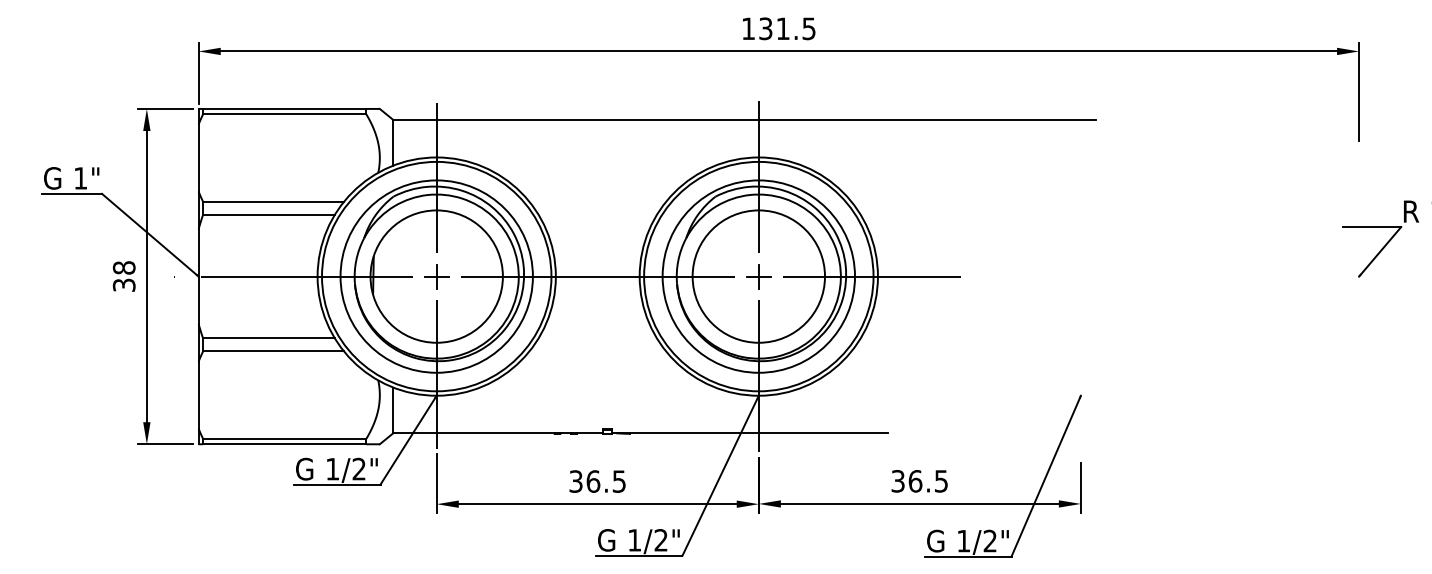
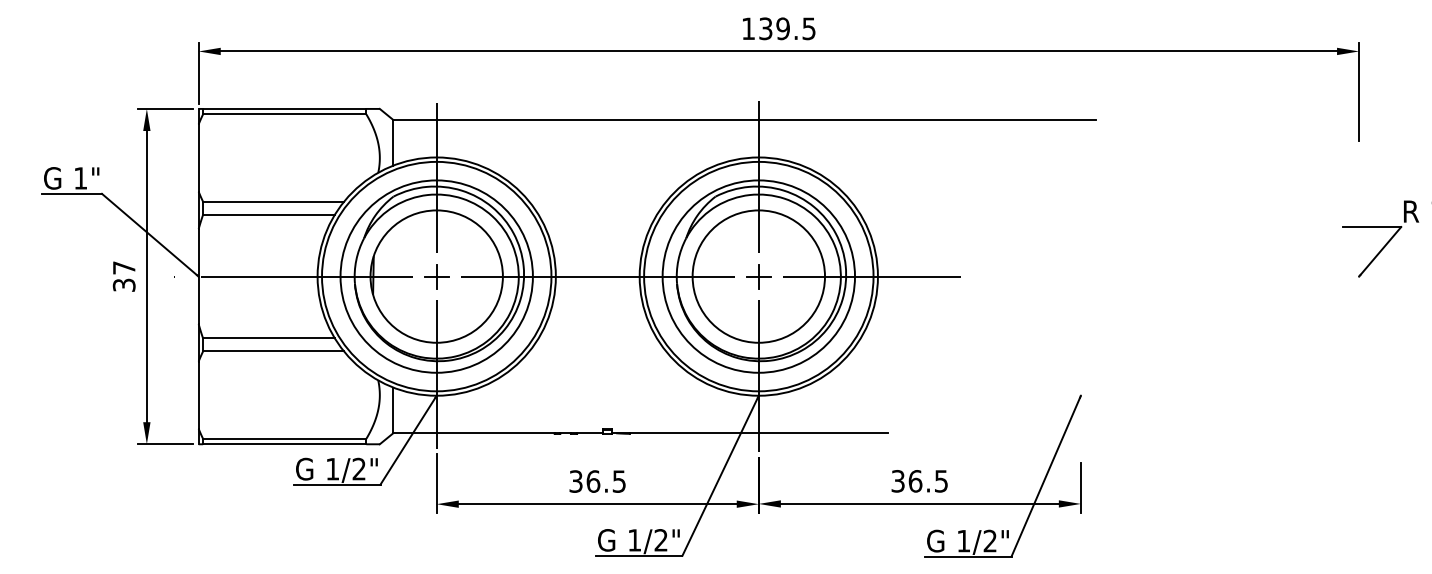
text at (782, 28): 131.5 -> 139.5
text at (123, 267): 38 -> 37
